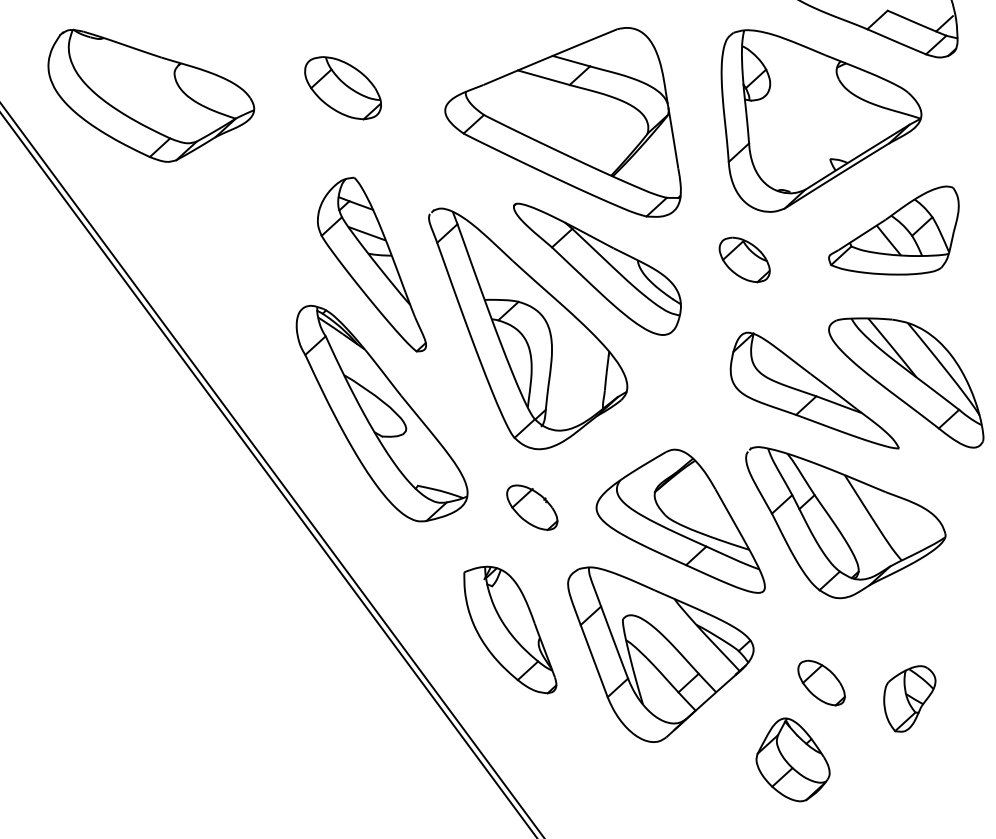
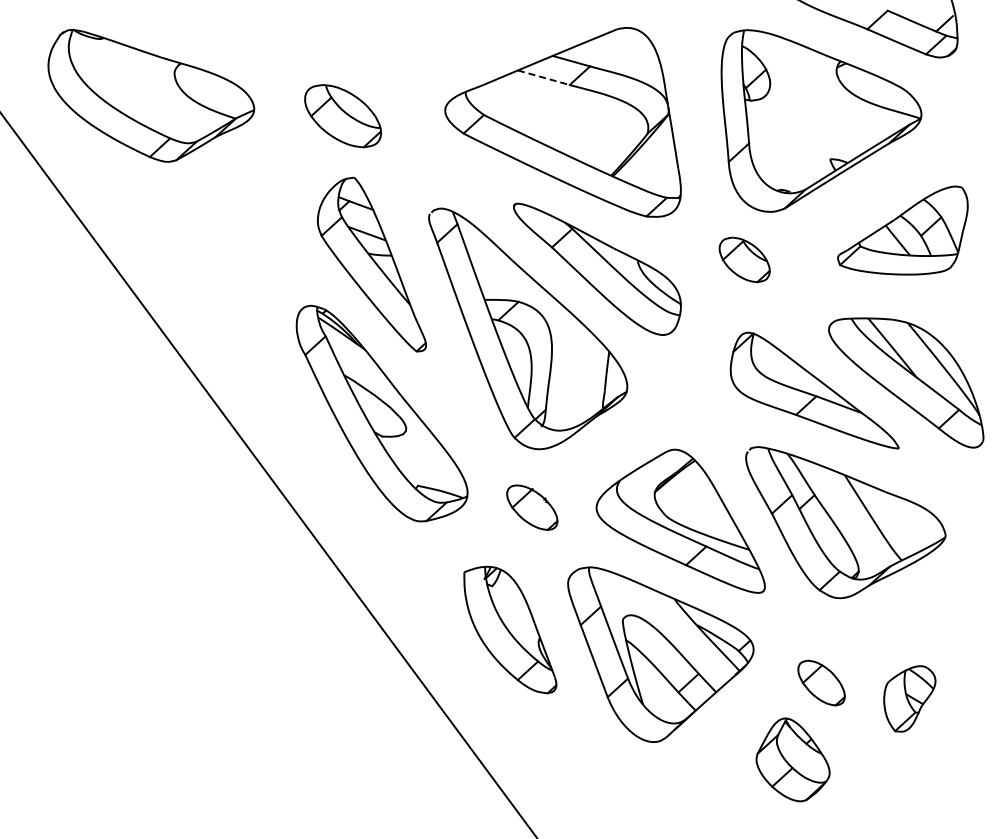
line at (543, 77): solid -> dashed
part at (342, 88) position: (342, 88) -> (342, 116)
part at (893, 230) position: (893, 230) -> (902, 230)
line at (272, 470): present -> none
